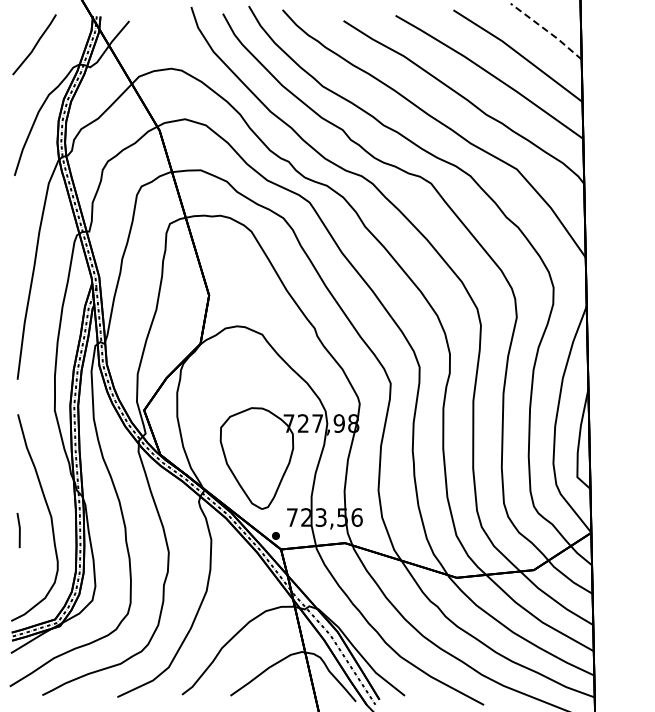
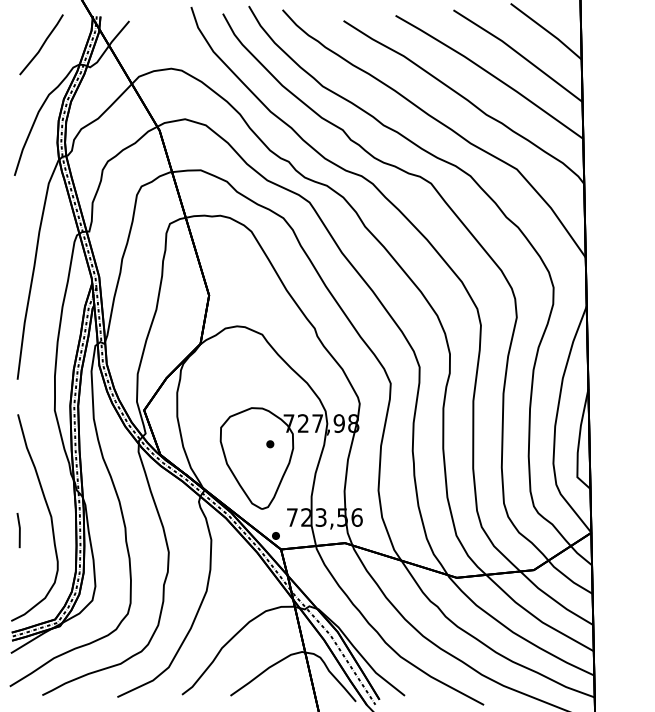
line at (547, 31): dashed -> solid
line at (35, 44) position: (35, 44) -> (42, 44)
part at (270, 444): none -> present
